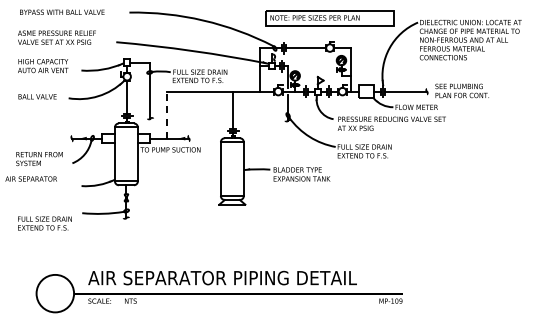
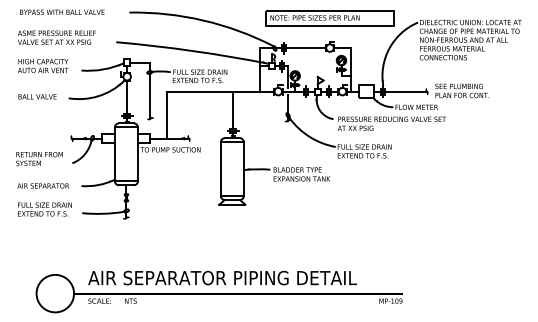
line at (166, 114): dashed -> solid
text at (30, 178) position: (30, 178) -> (42, 185)
text at (44, 223) position: (44, 223) -> (44, 209)
